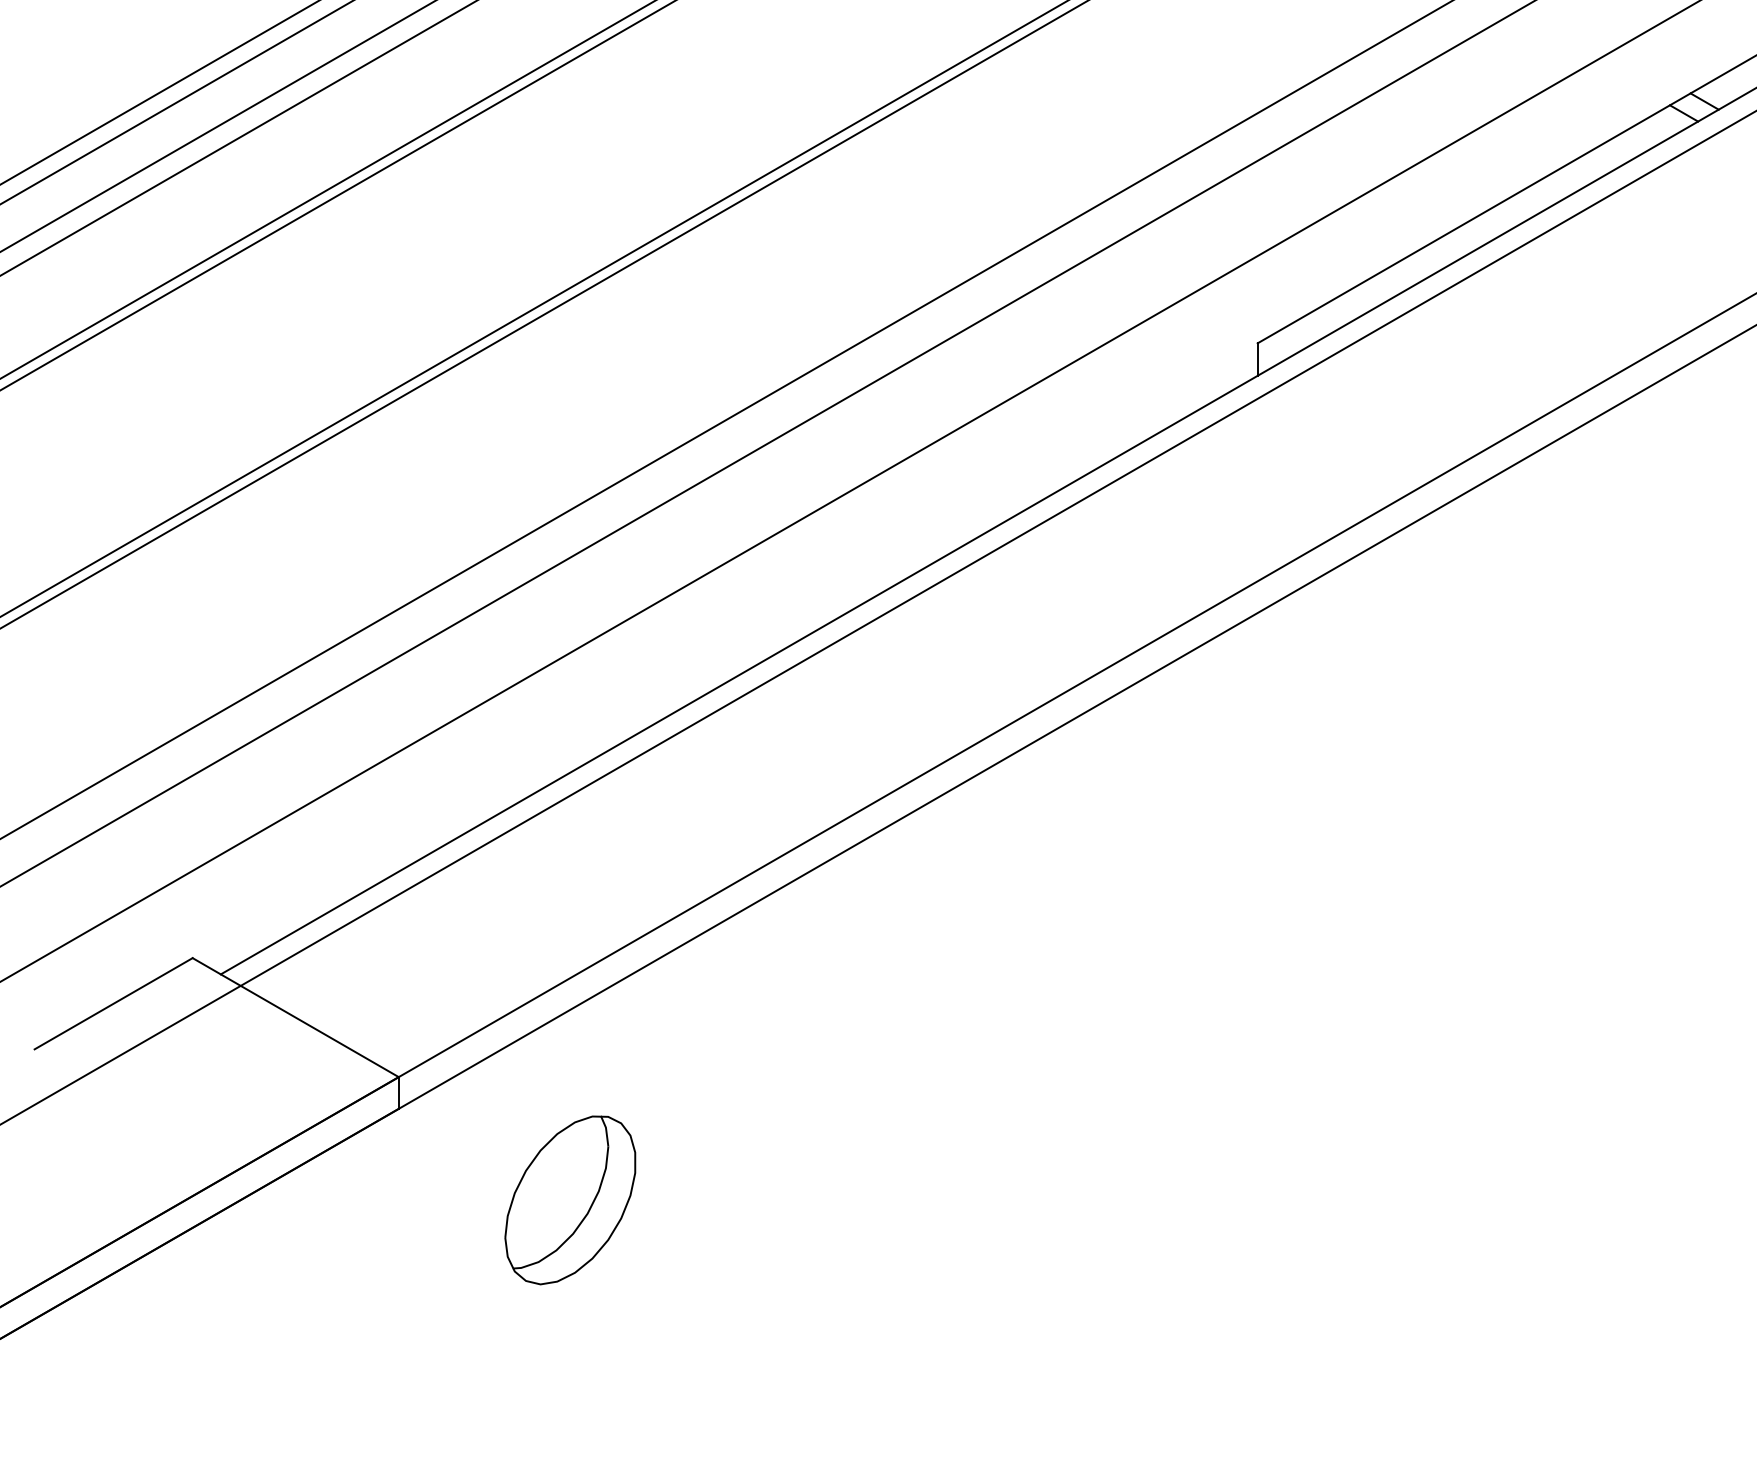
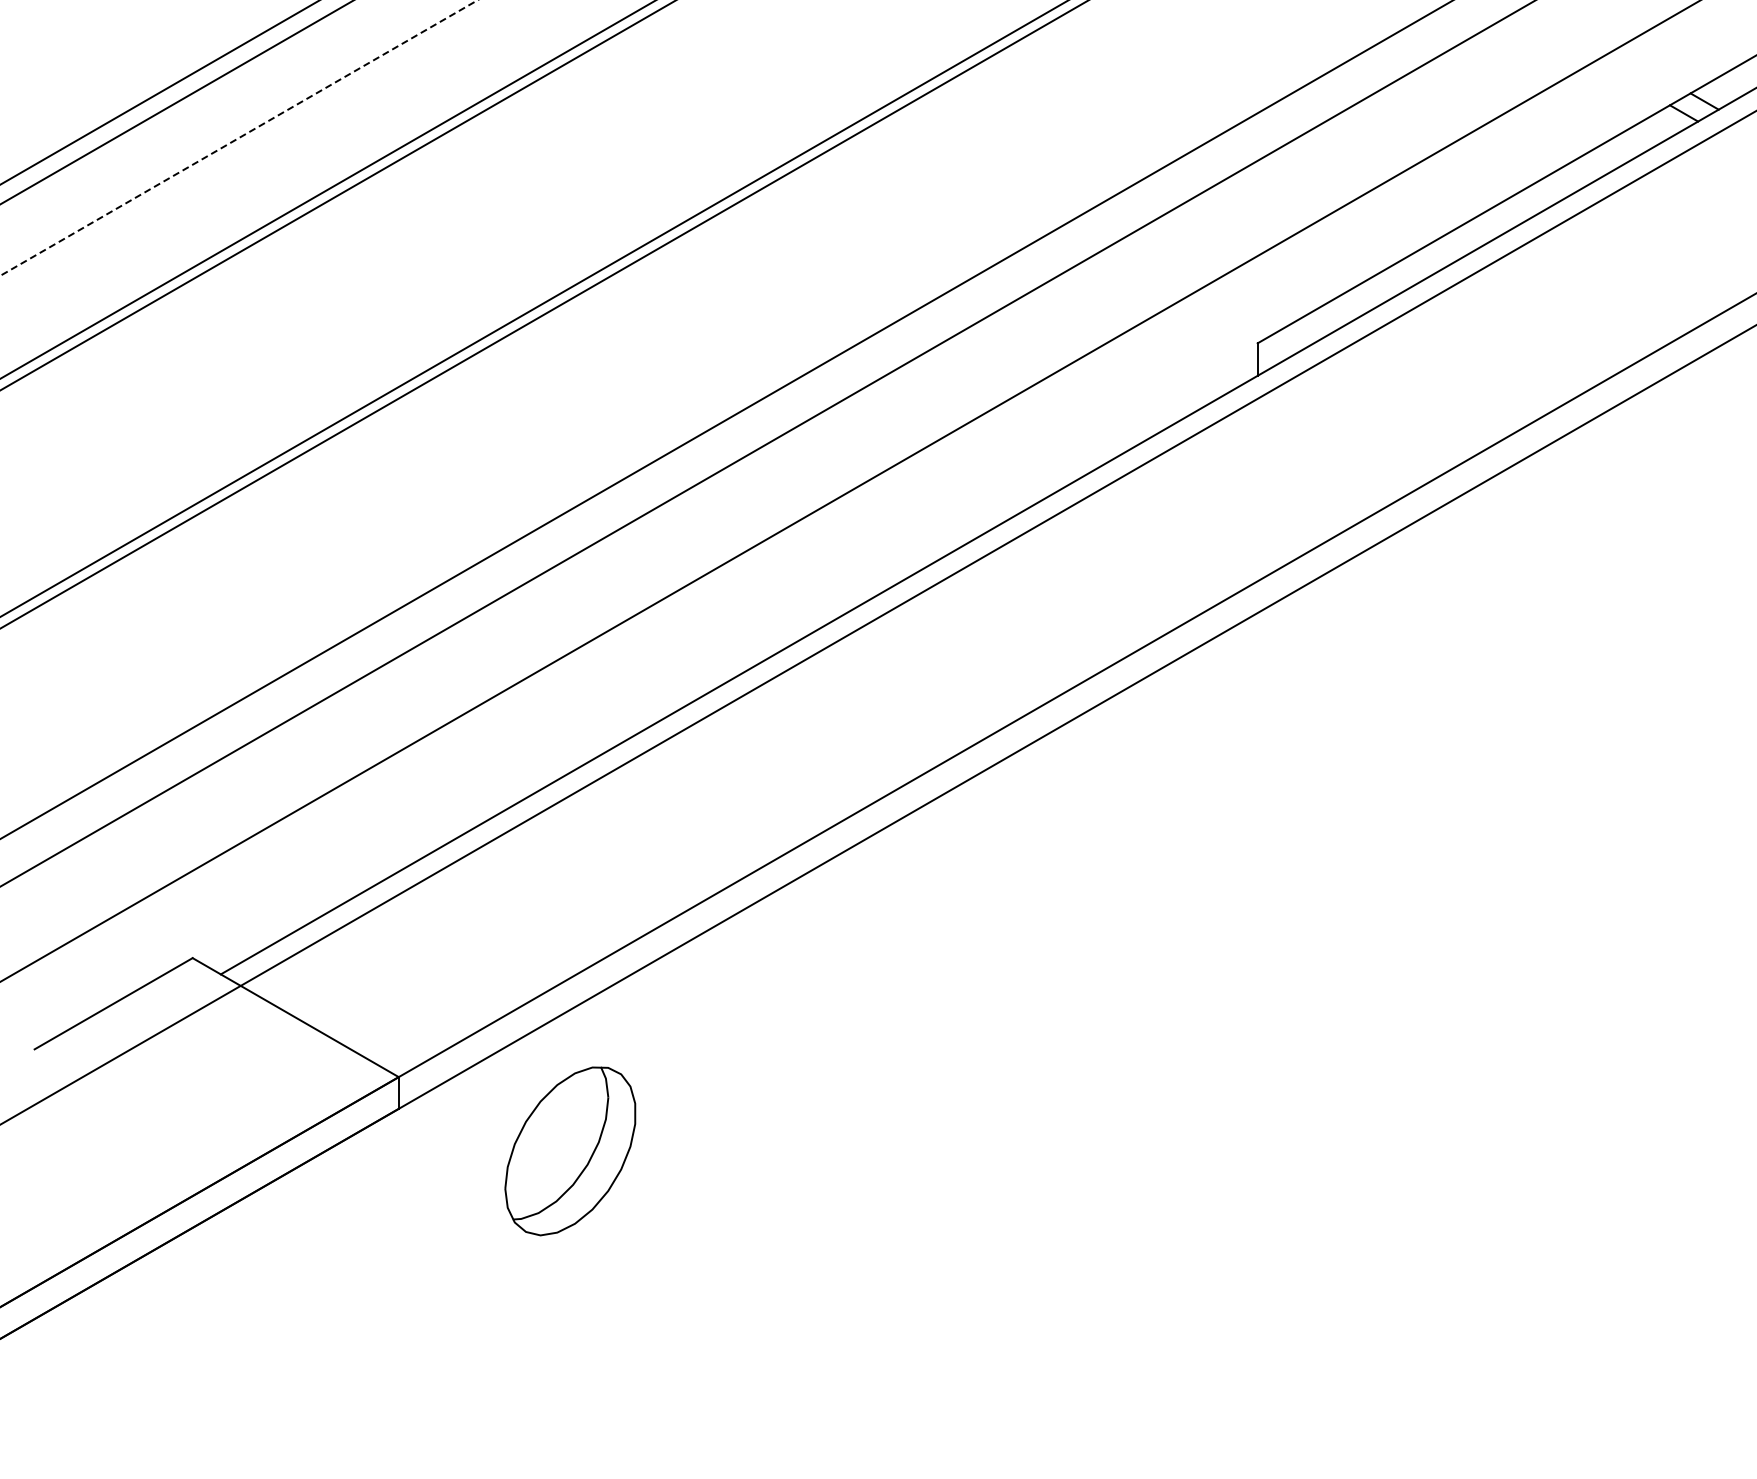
line at (217, 126): present -> none
line at (238, 138): solid -> dashed
part at (570, 1200) position: (570, 1200) -> (570, 1151)
